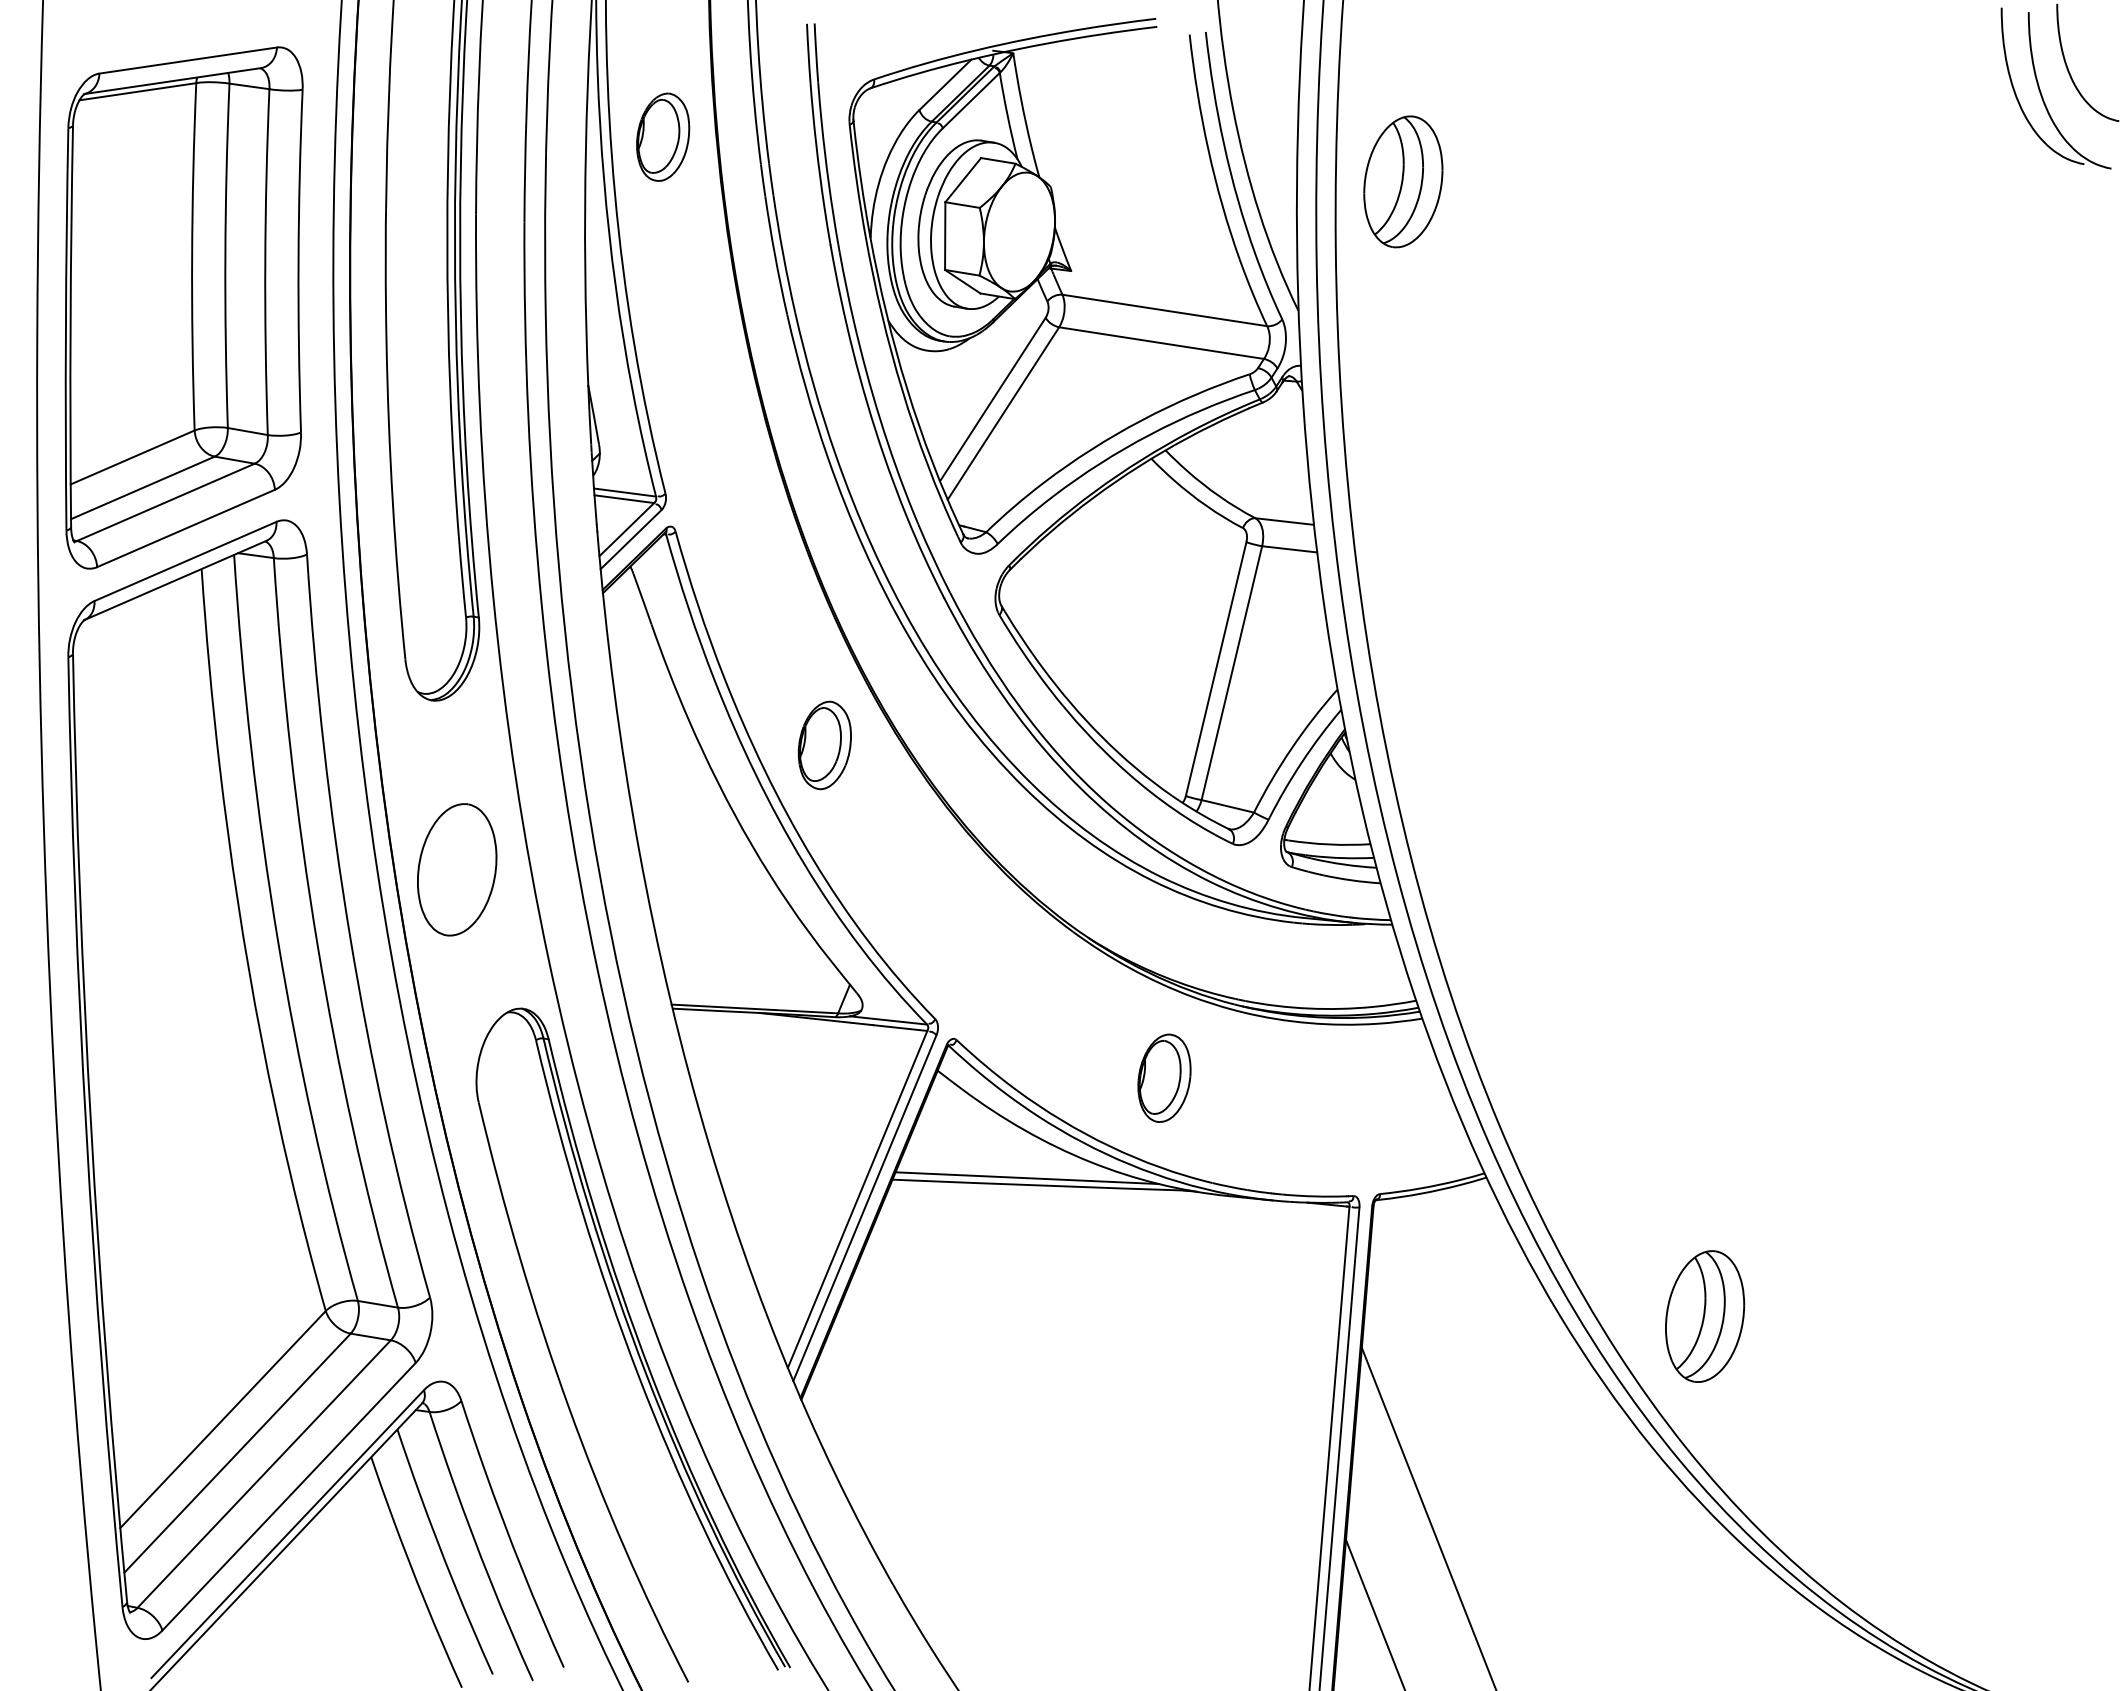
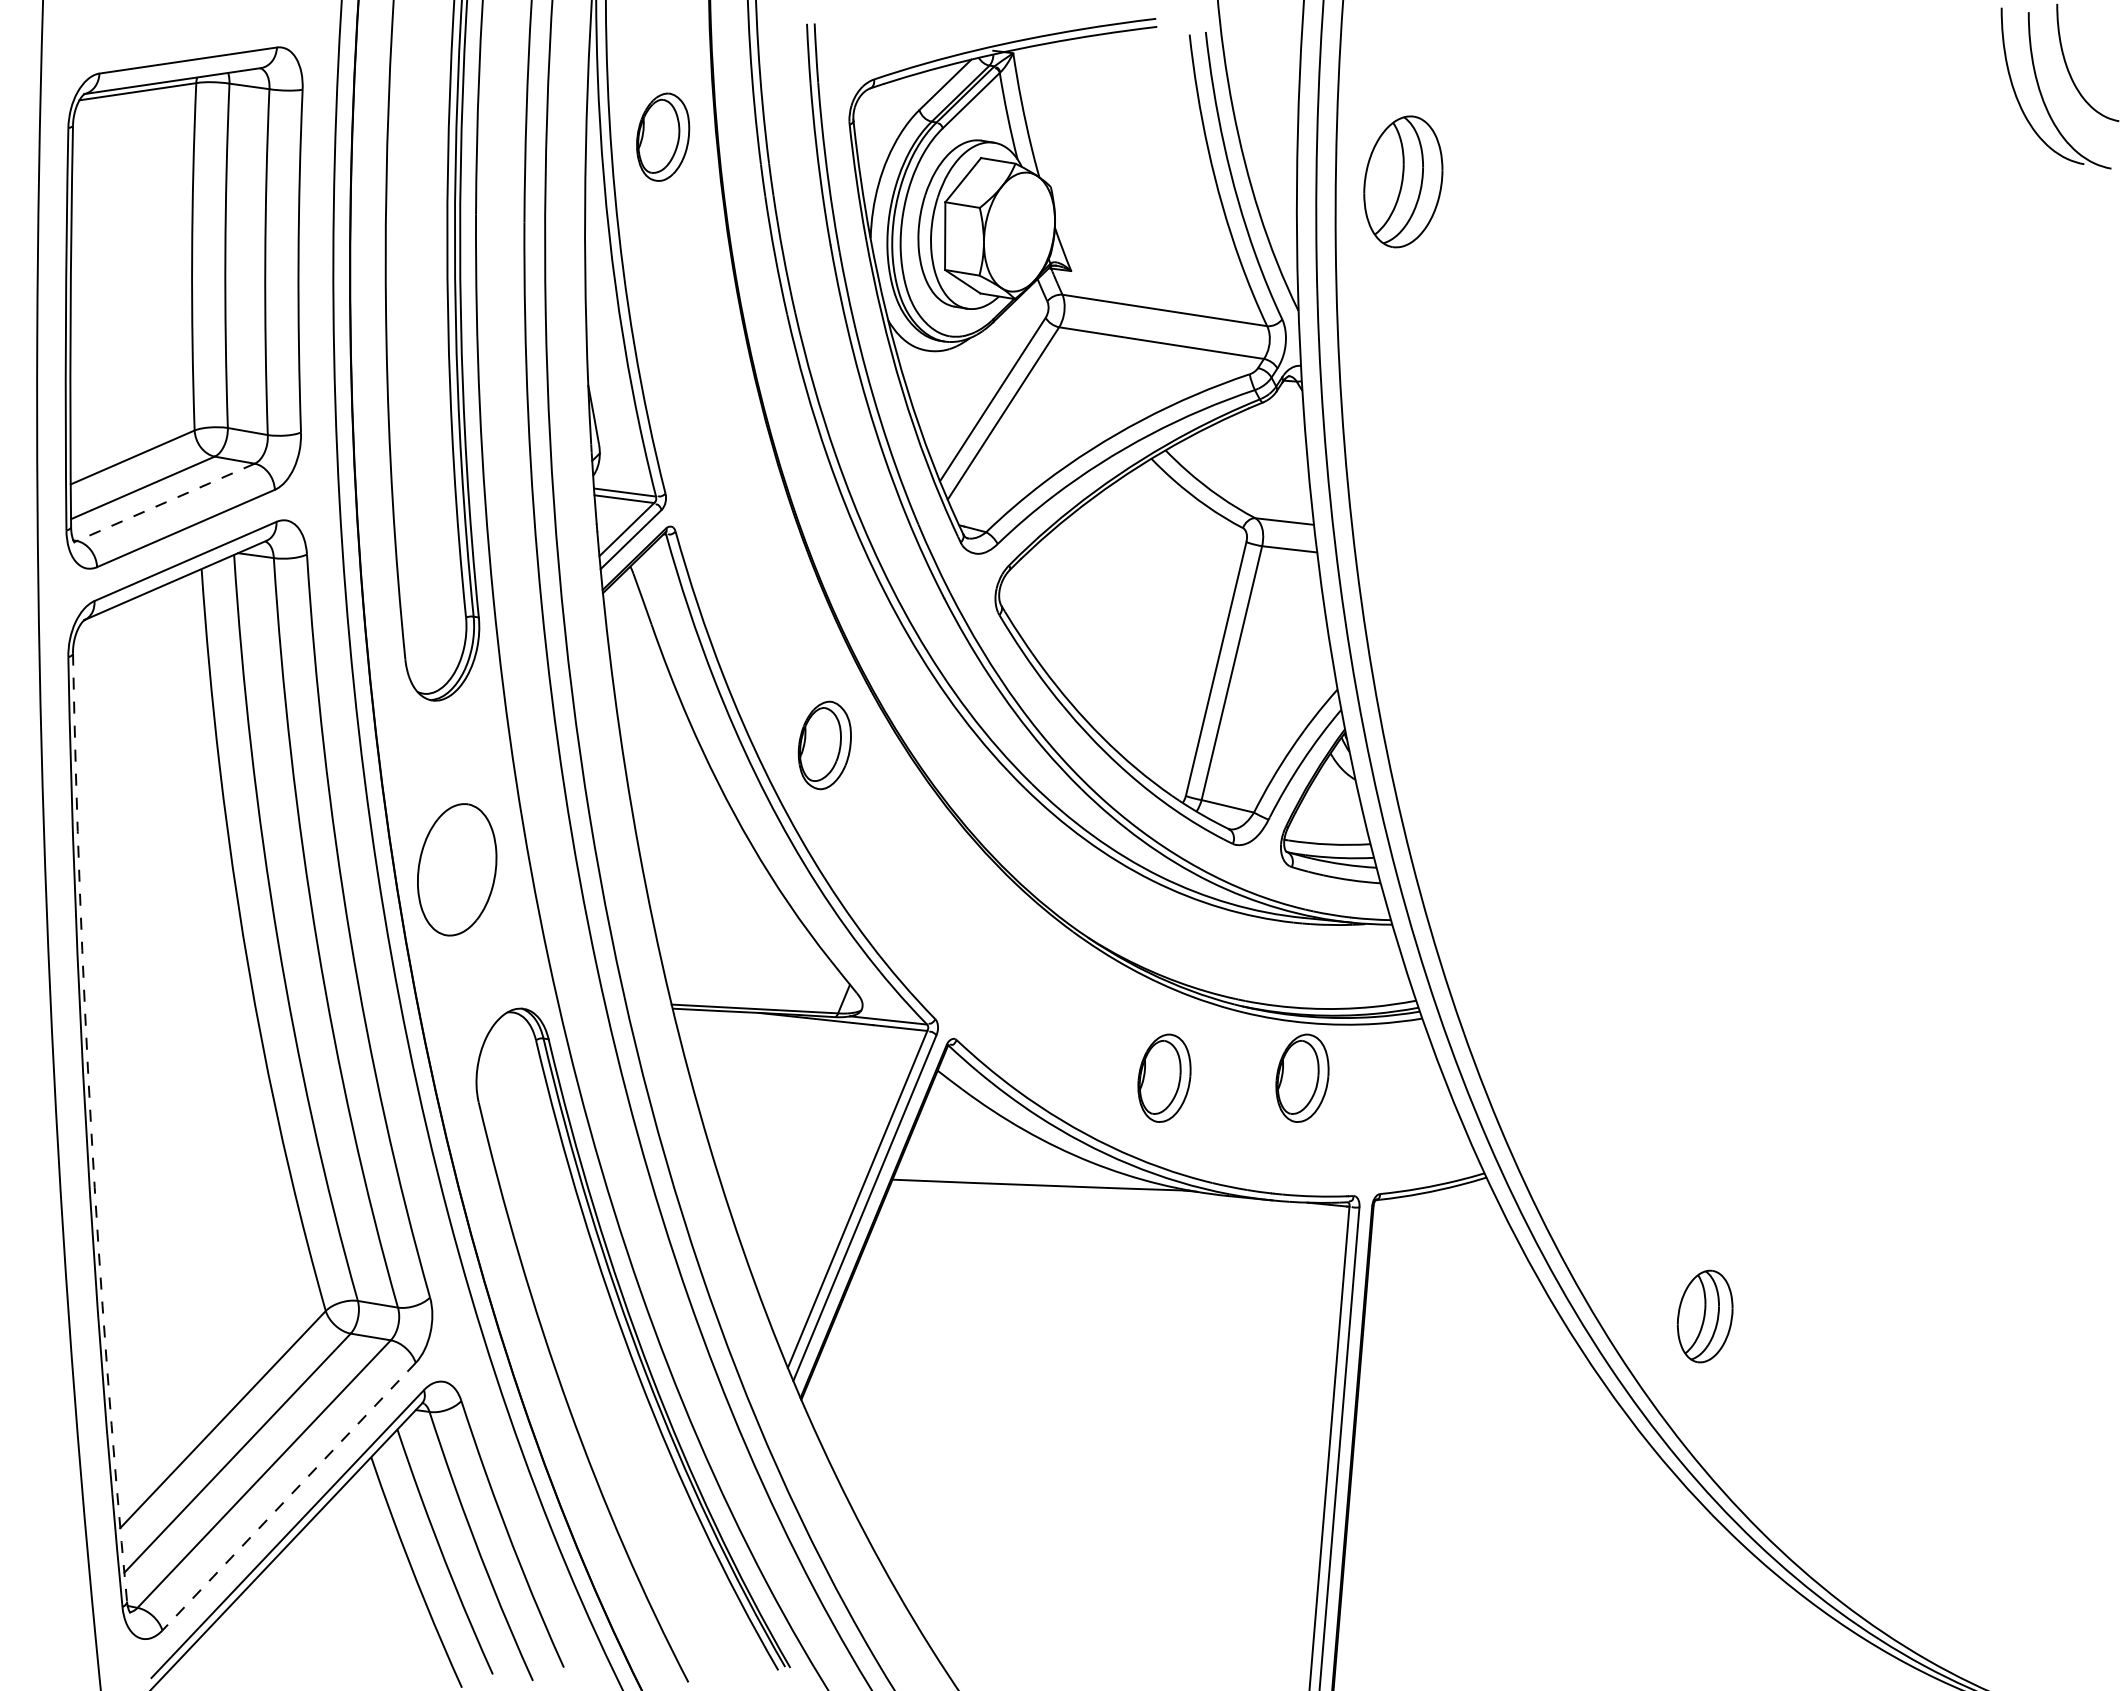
line at (165, 502): solid -> dashed
part at (1302, 1077): none -> present
arc at (91, 1128): solid -> dashed
line at (1027, 1178): present -> none
part at (1705, 1316) size: 81x133 px -> 58x95 px
line at (288, 1497): solid -> dashed
line at (1428, 1517): present -> none
line at (1374, 1613): present -> none
